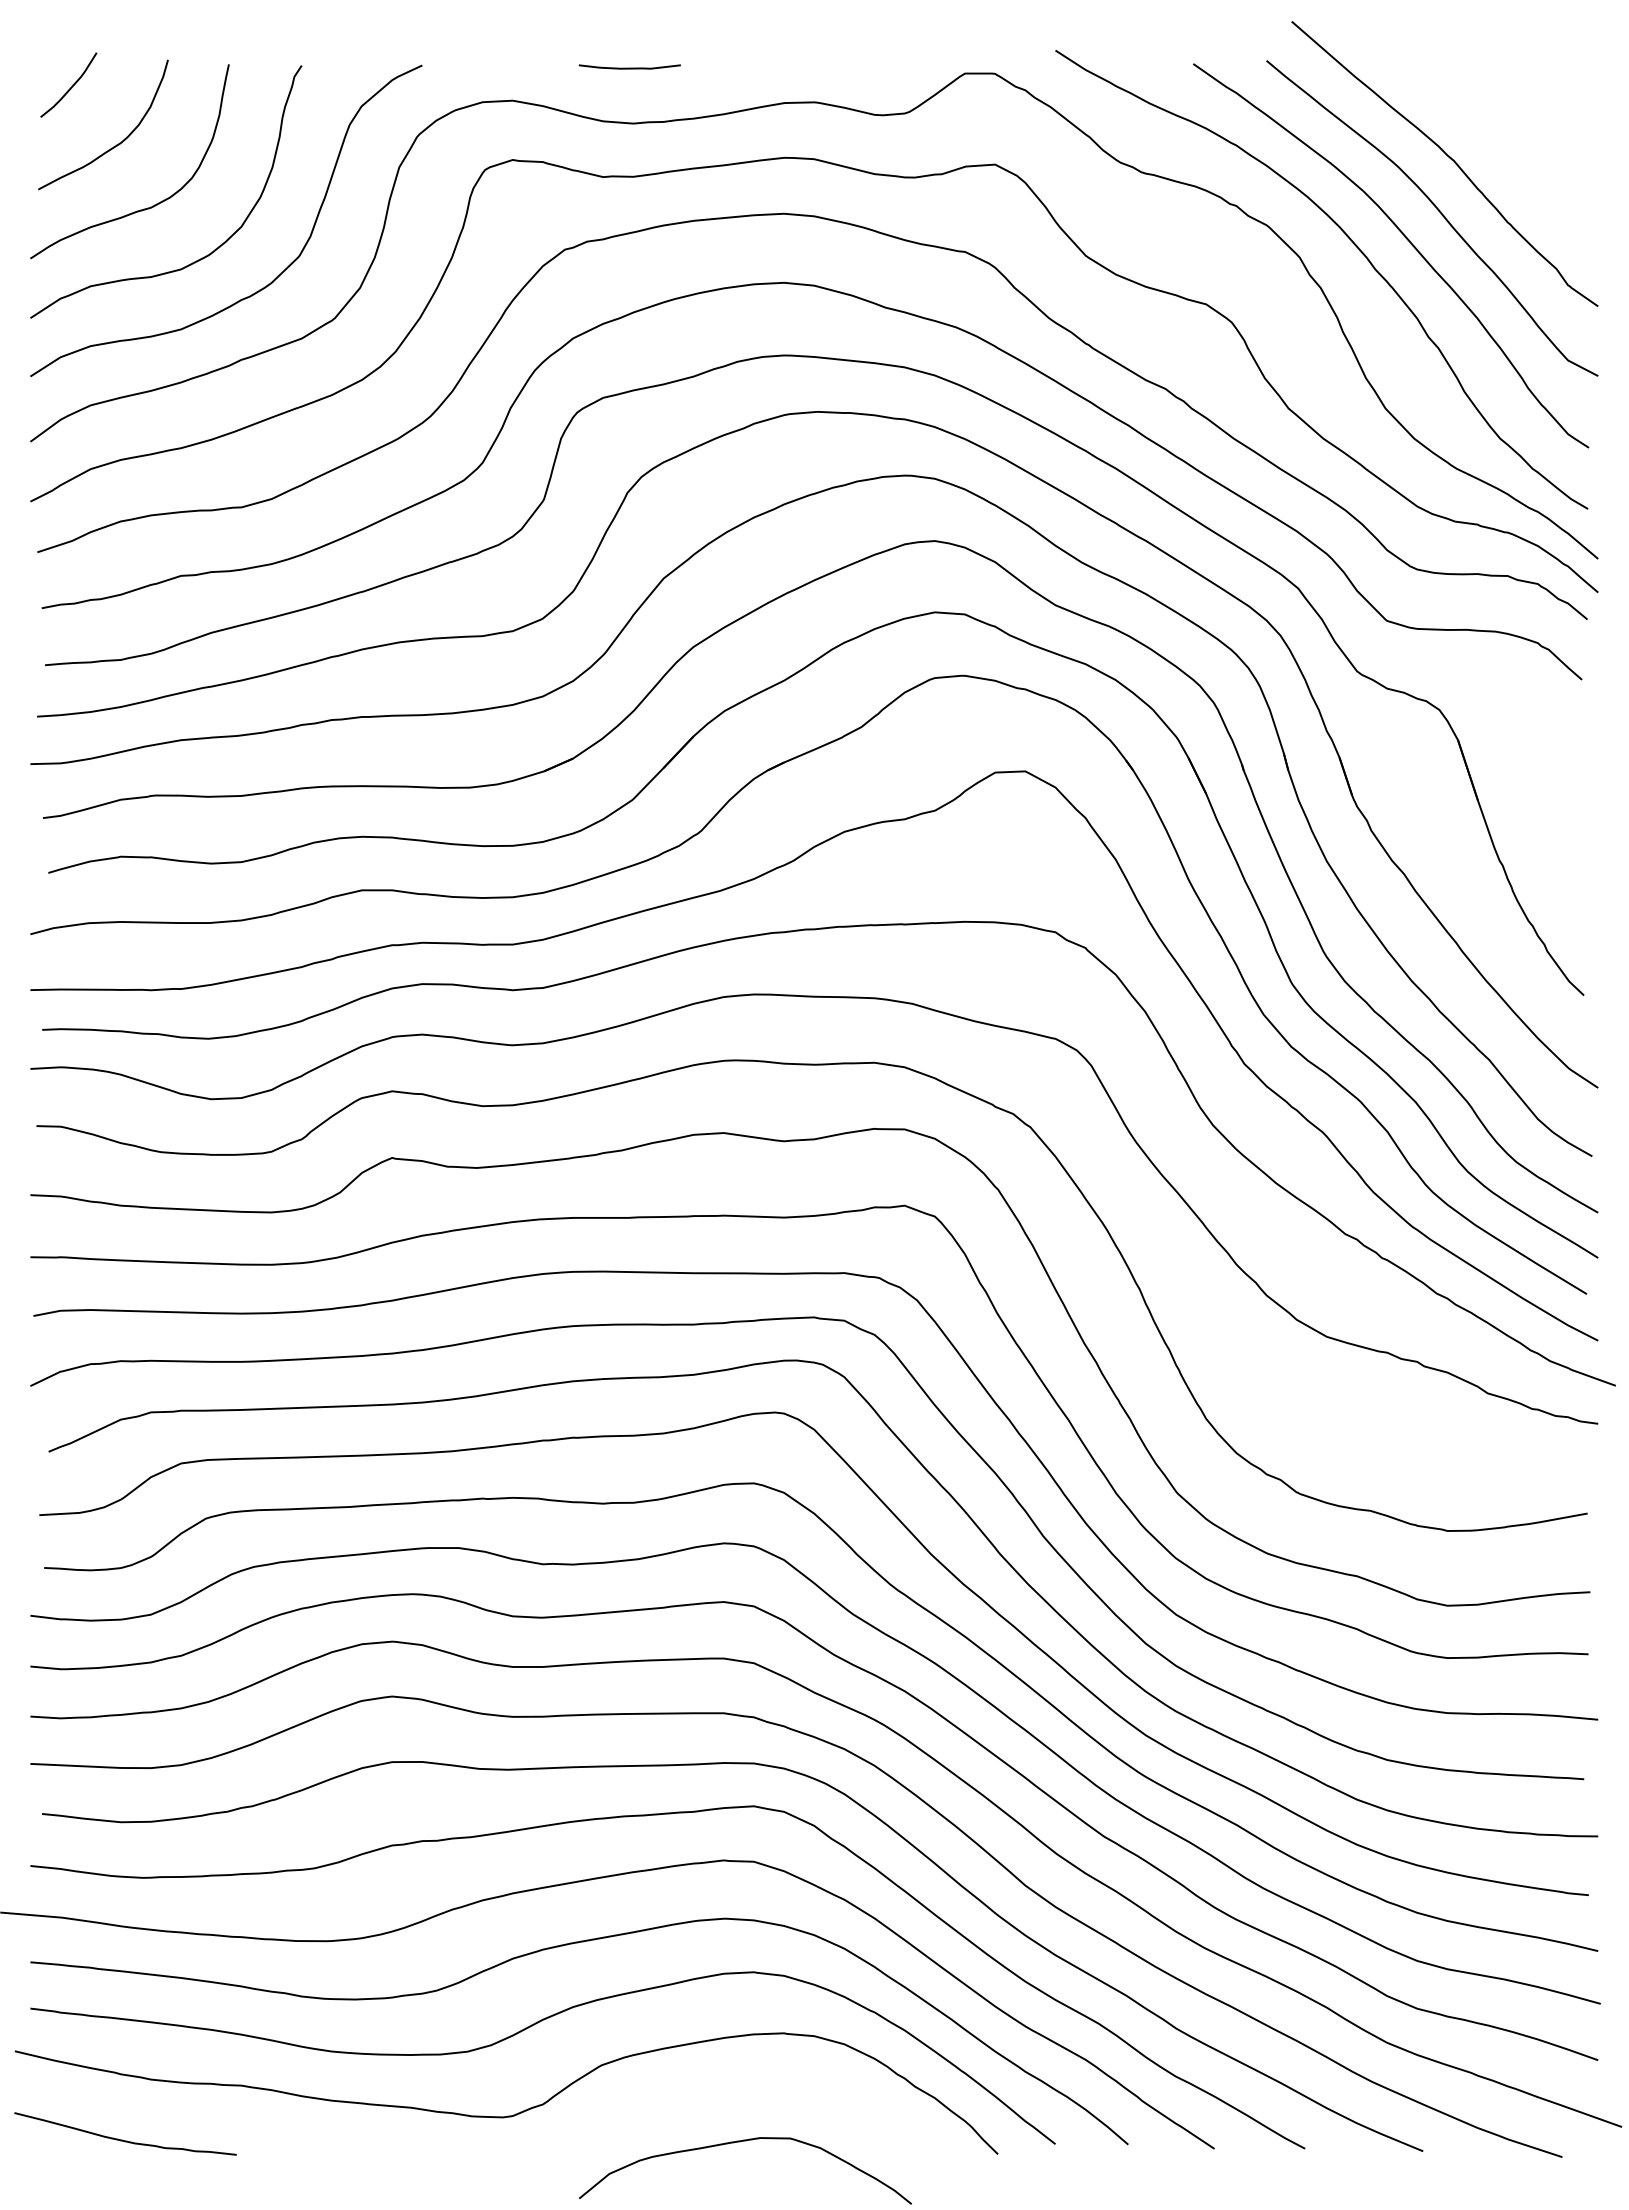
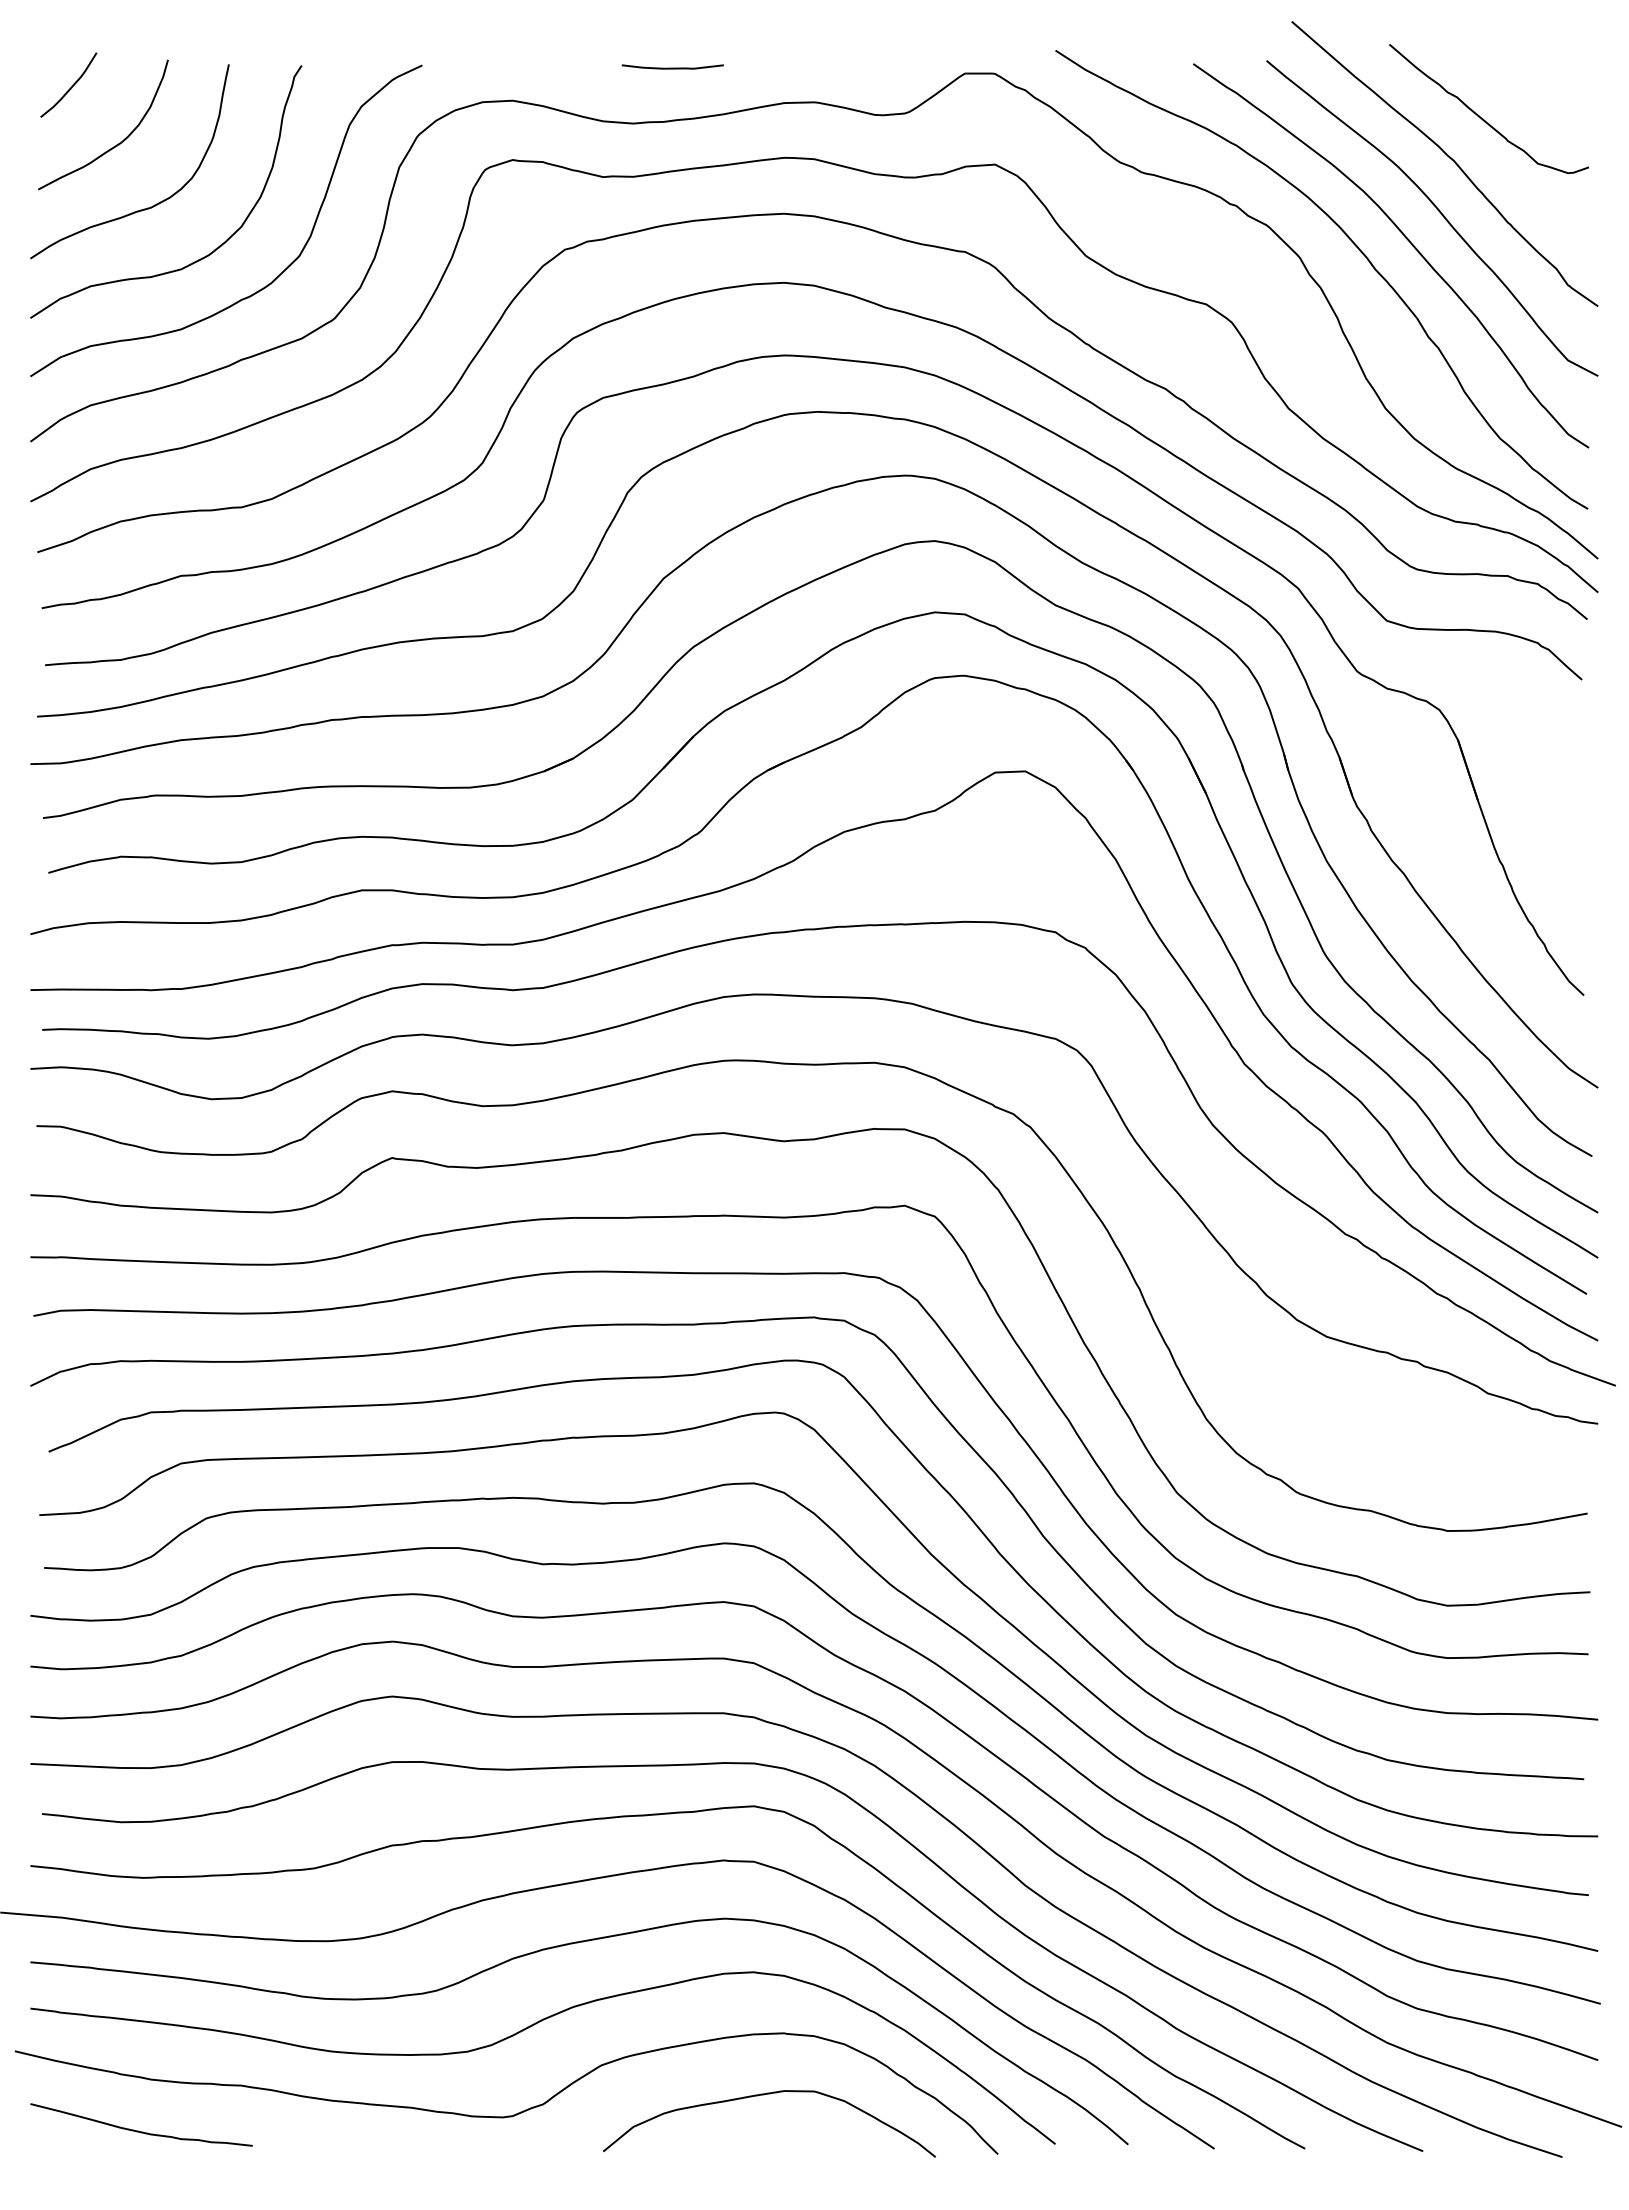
curve at (629, 67) position: (629, 67) -> (672, 67)
curve at (1483, 118): none -> present
curve at (122, 2139) position: (122, 2139) -> (138, 2130)
curve at (740, 2142) position: (740, 2142) -> (764, 2095)
